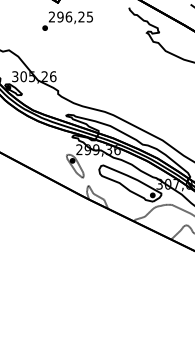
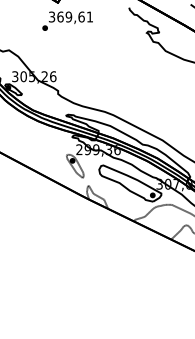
text at (70, 16): 296,25 -> 369,61
